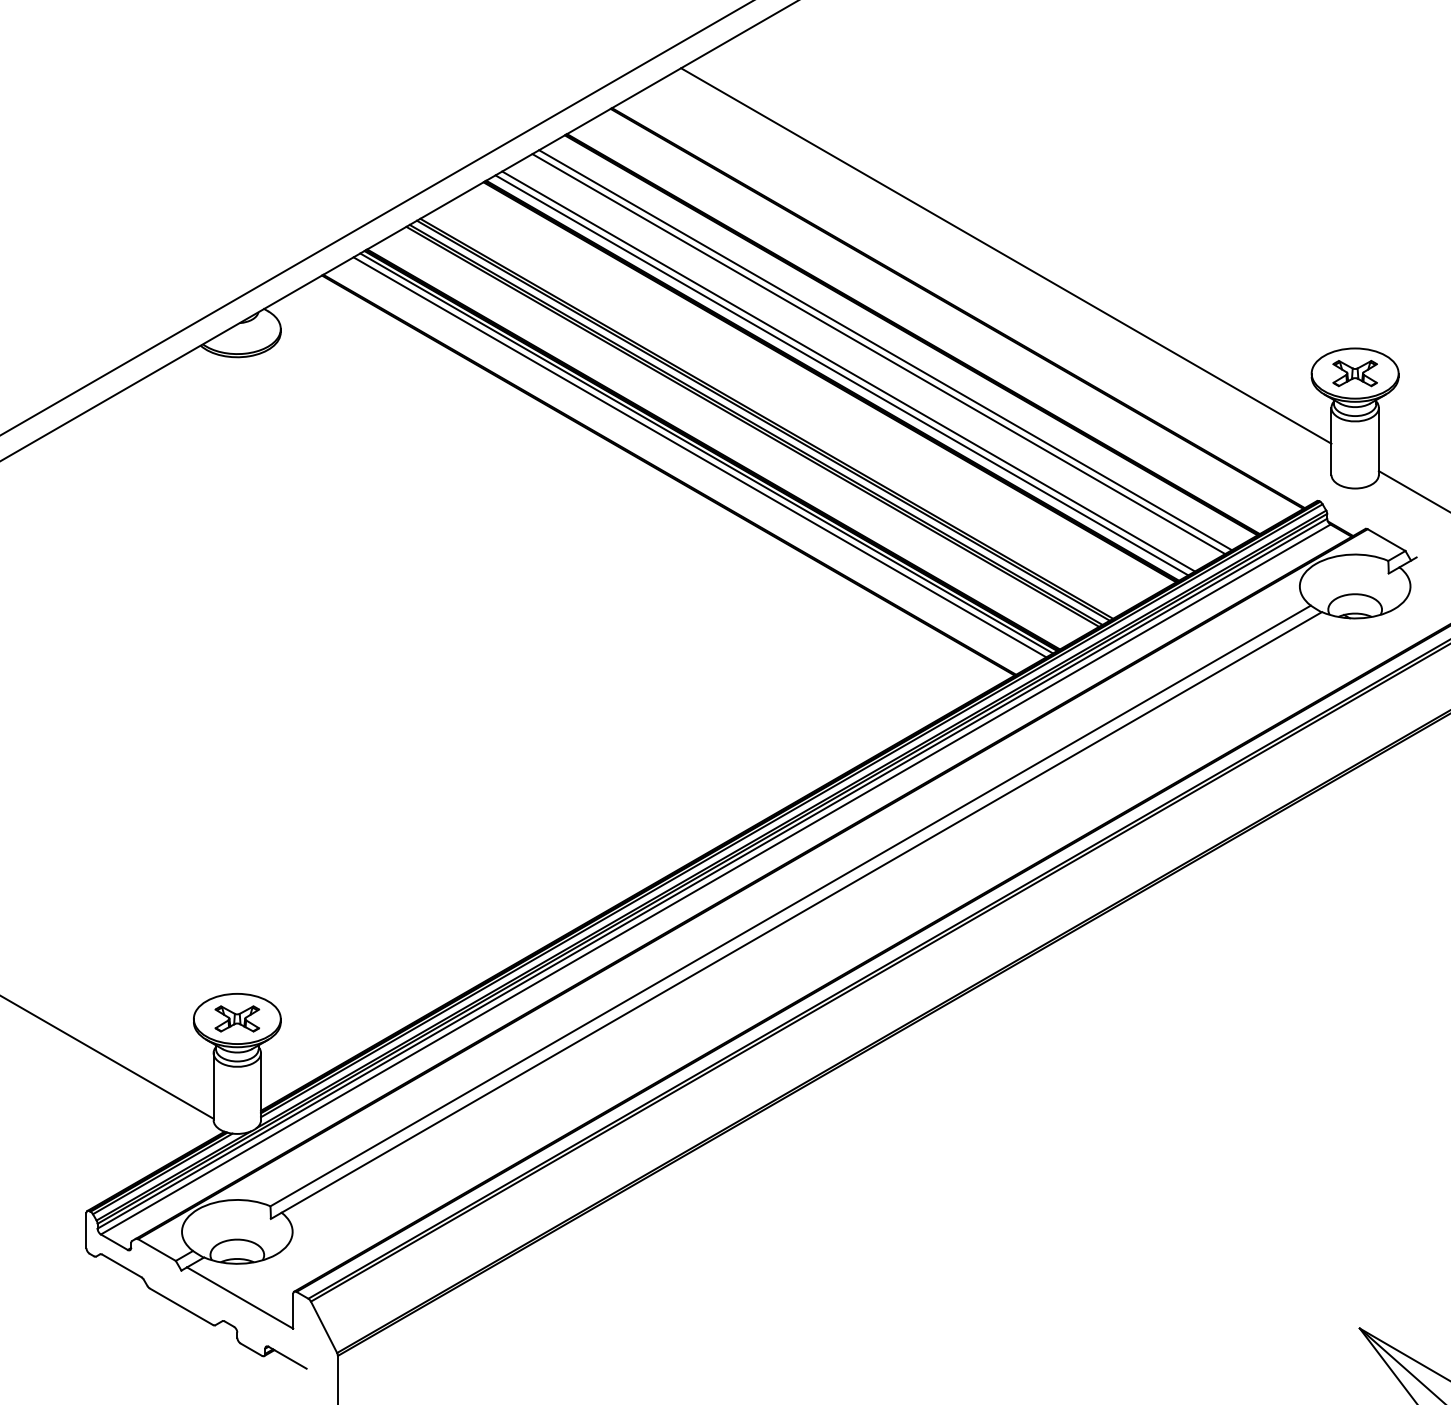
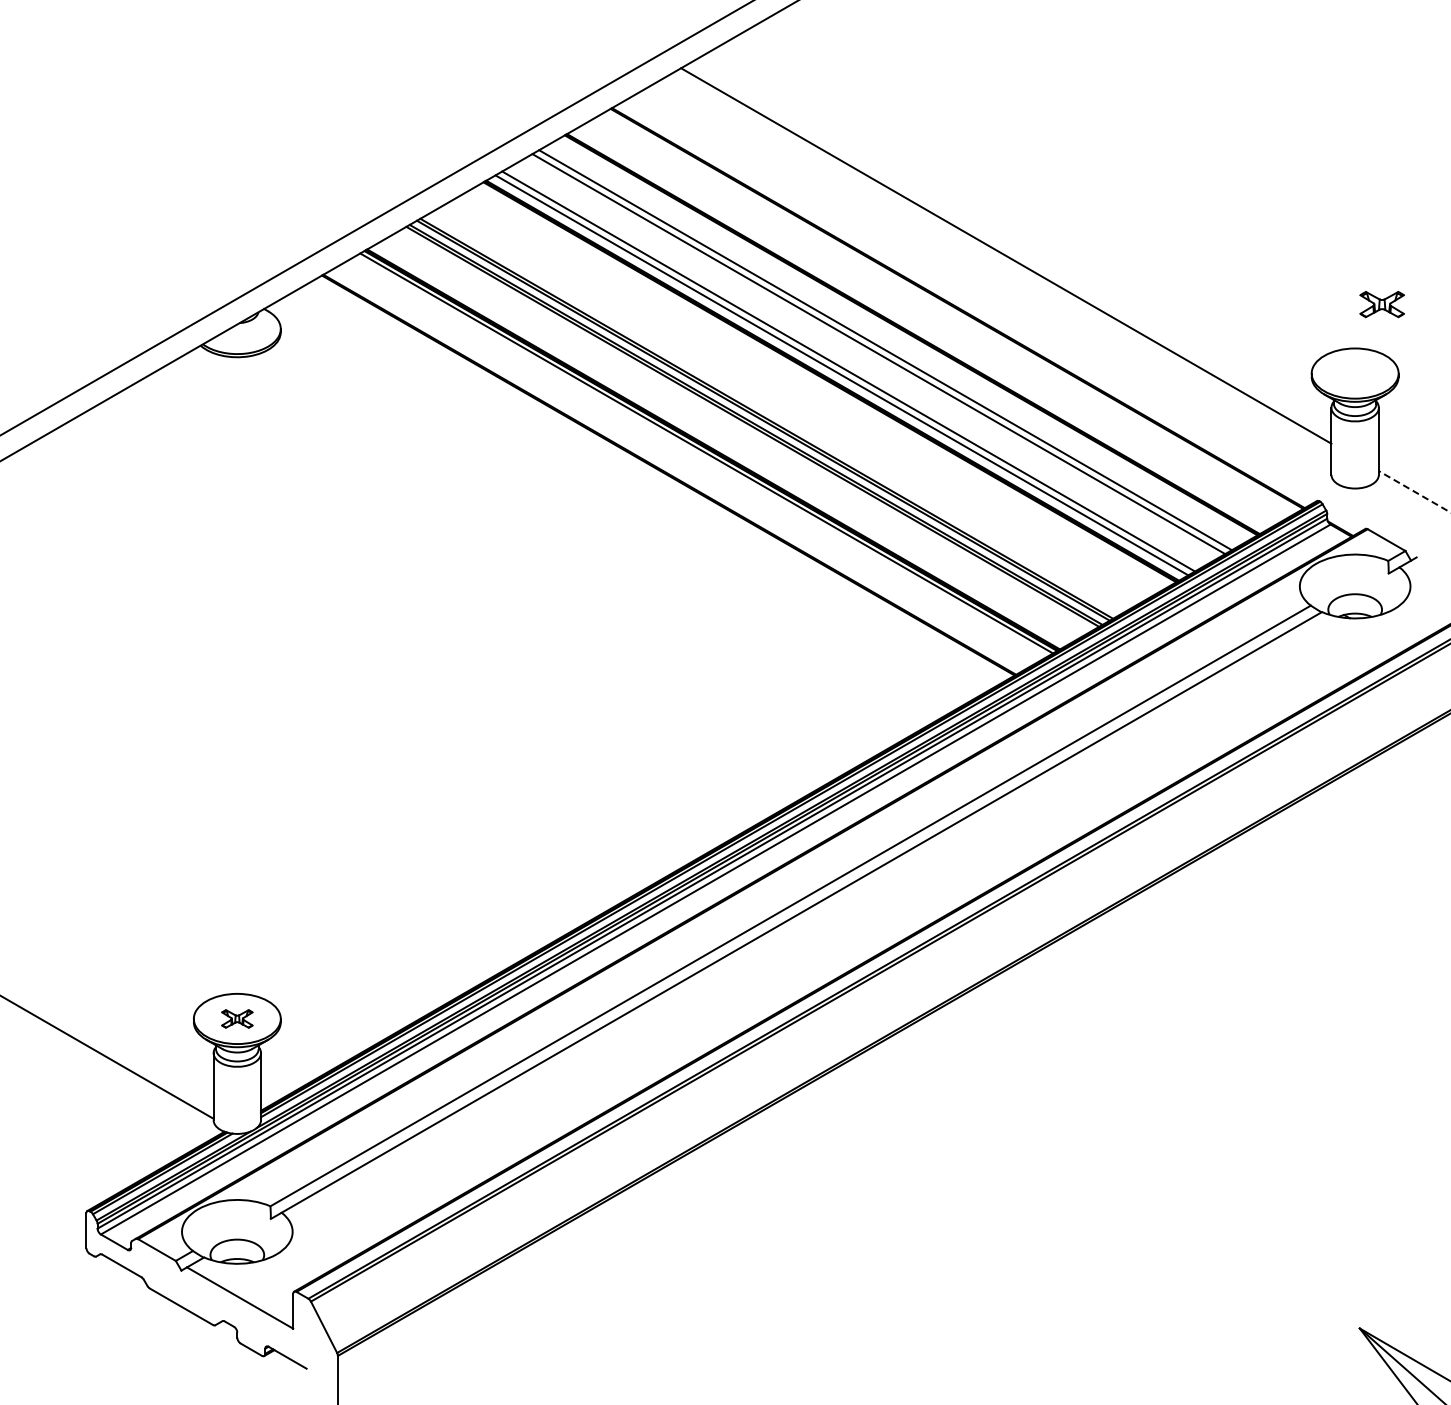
part at (1354, 373) position: (1354, 373) -> (1381, 304)
line at (699, 457): present -> none
line at (1414, 491): solid -> dashed
part at (237, 1018) size: 47x28 px -> 33x20 px
